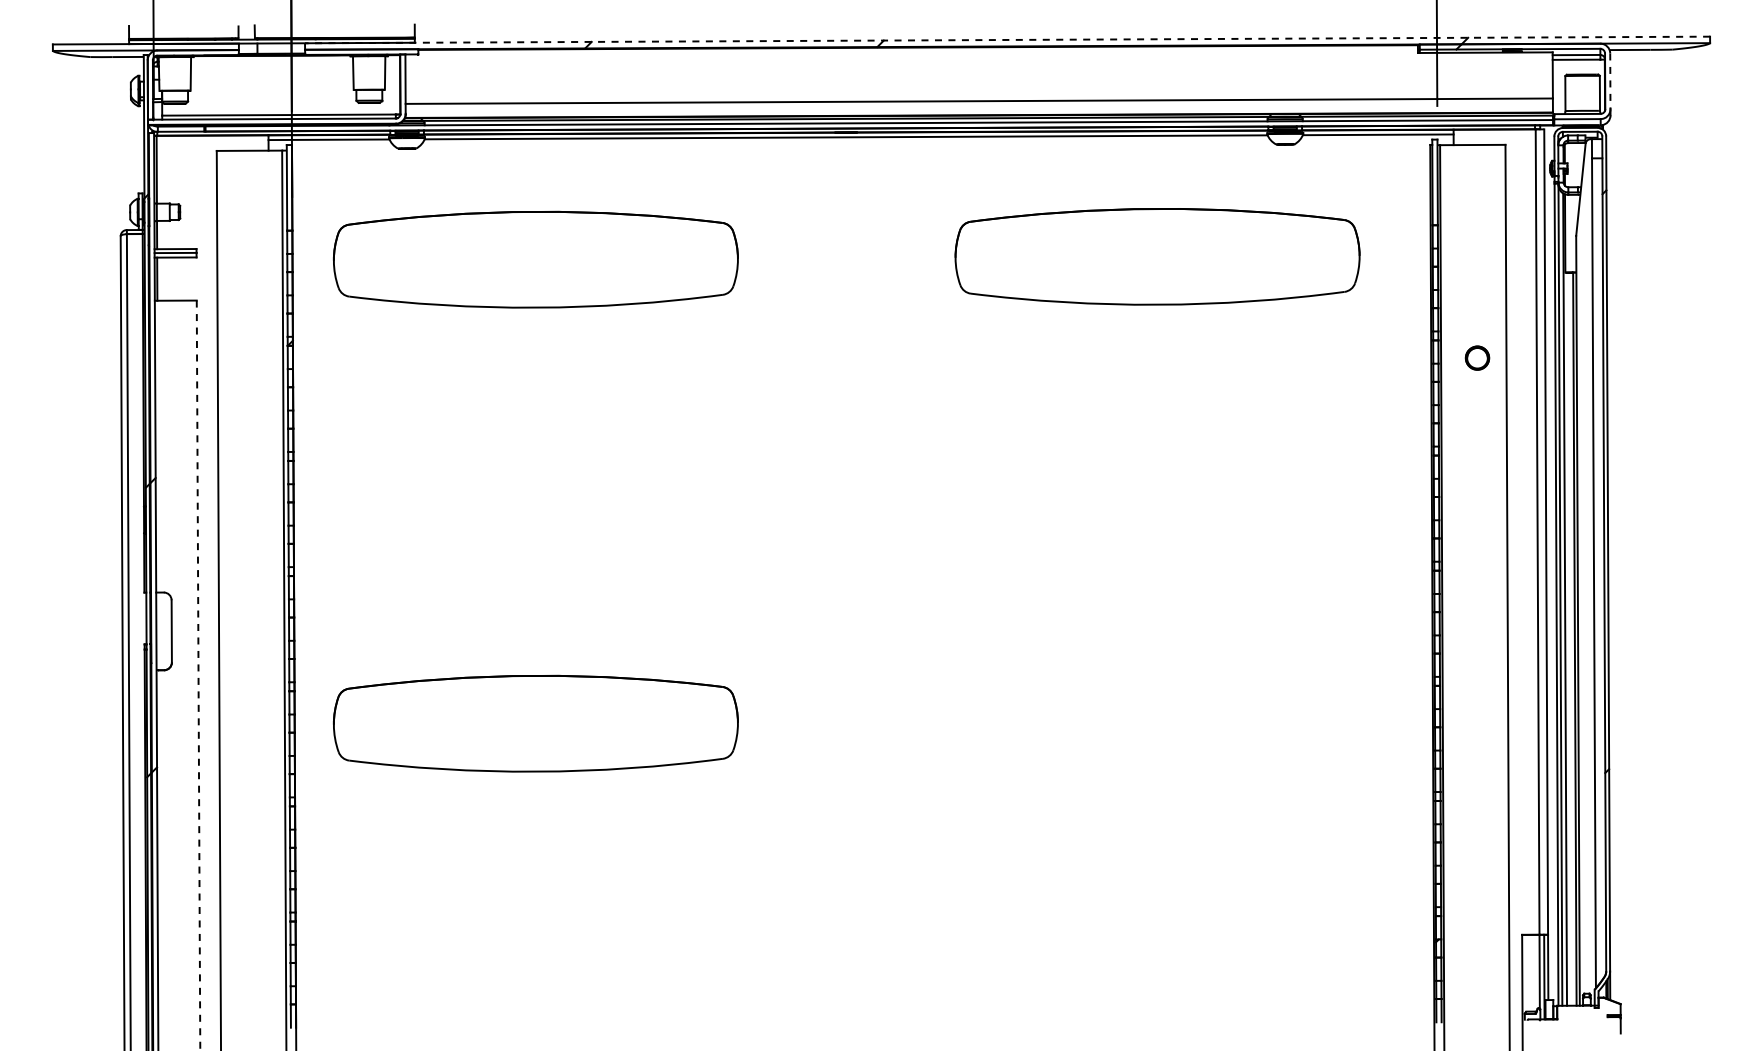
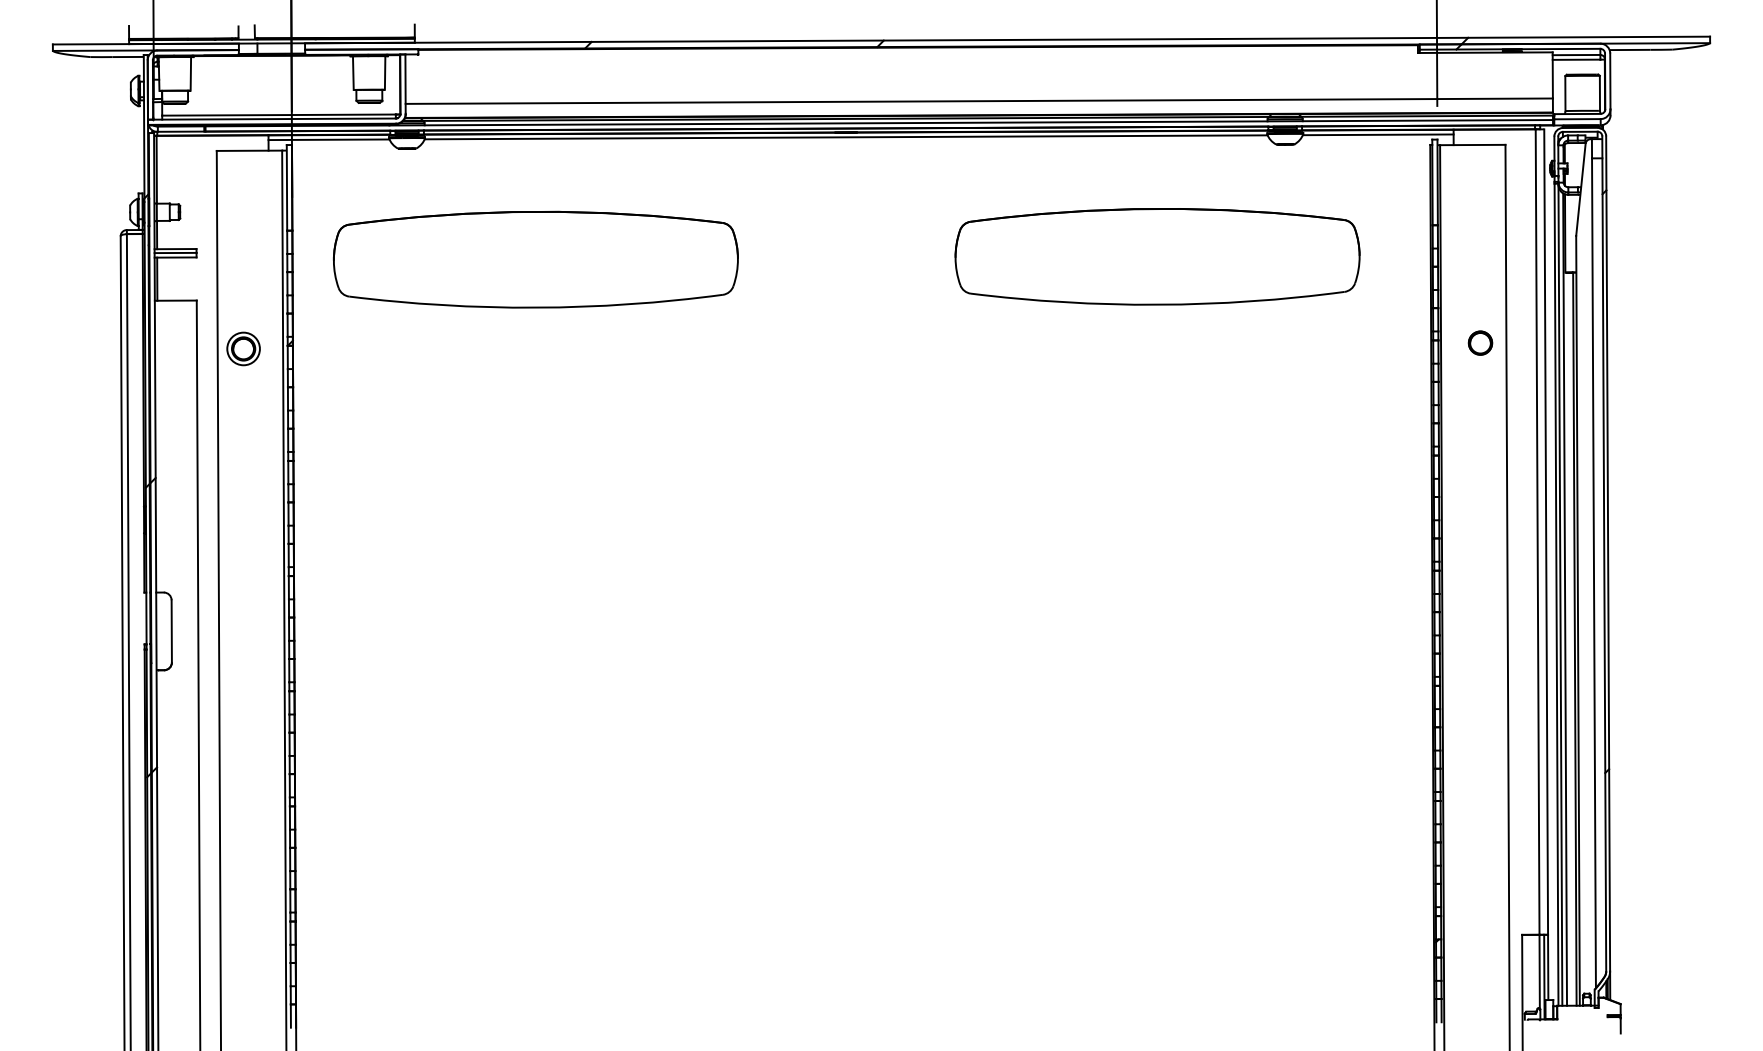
line at (1007, 39): dashed -> solid
line at (1610, 81): dashed -> solid
part at (243, 348): none -> present
part at (1477, 357) position: (1477, 357) -> (1480, 342)
line at (198, 675): dashed -> solid
part at (535, 723): present -> none
